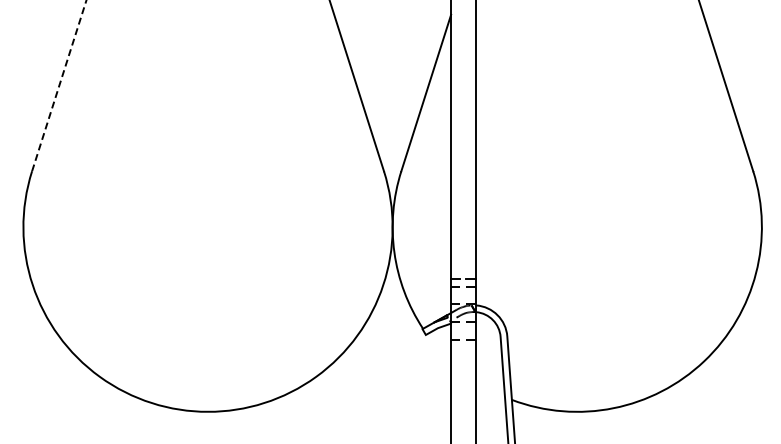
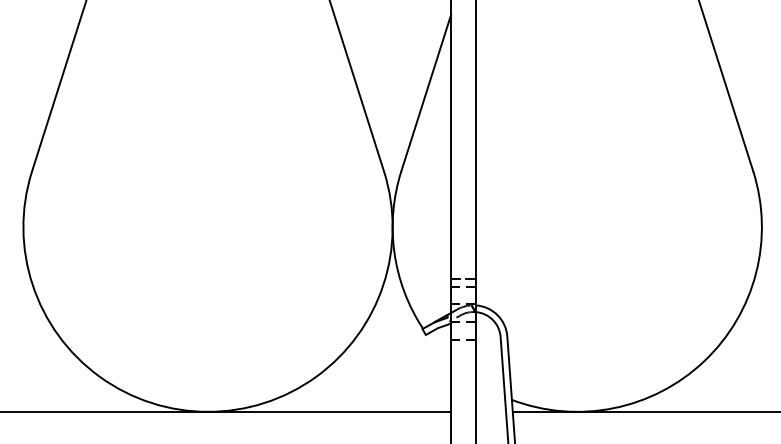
line at (59, 85): dashed -> solid
line at (226, 411): none -> present
line at (644, 411): none -> present
